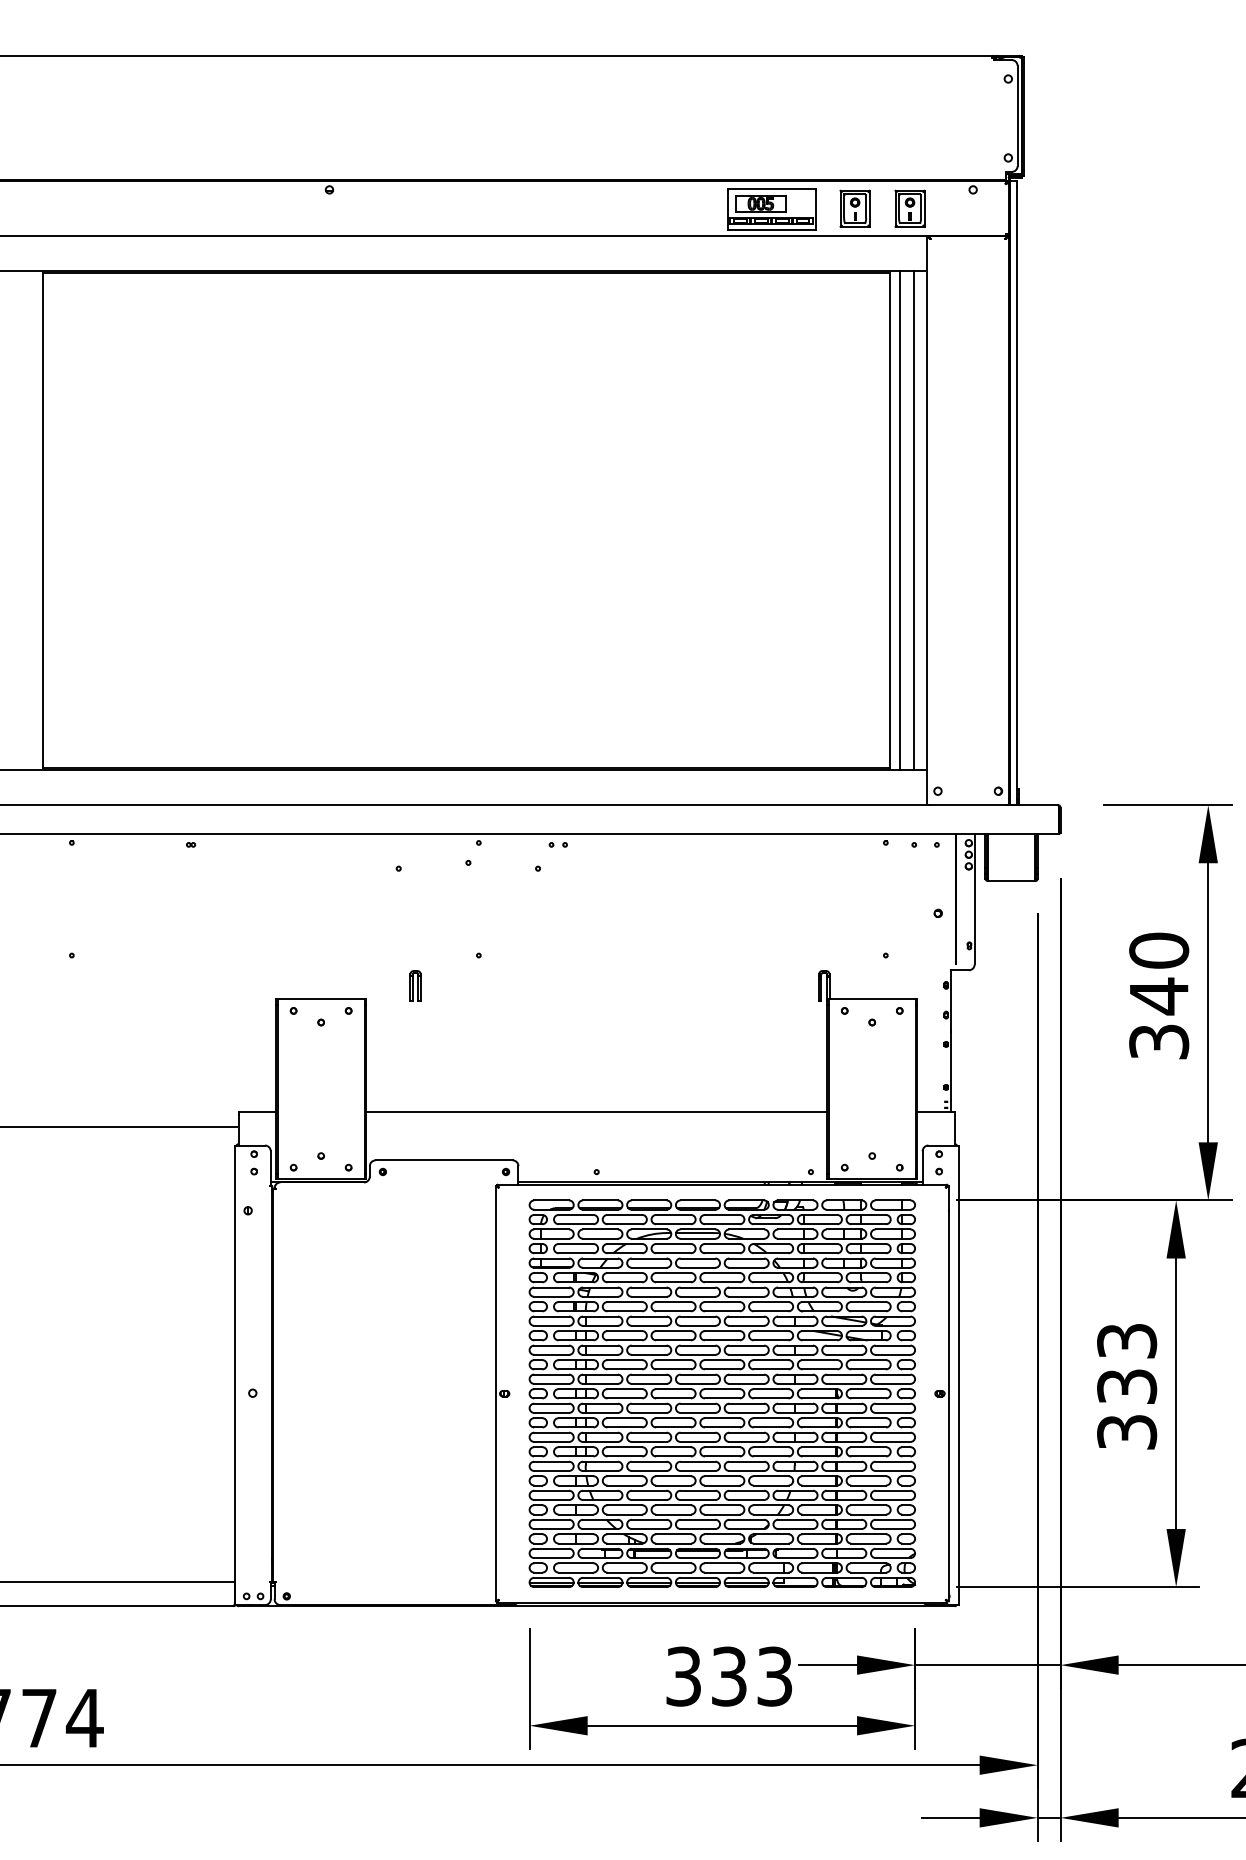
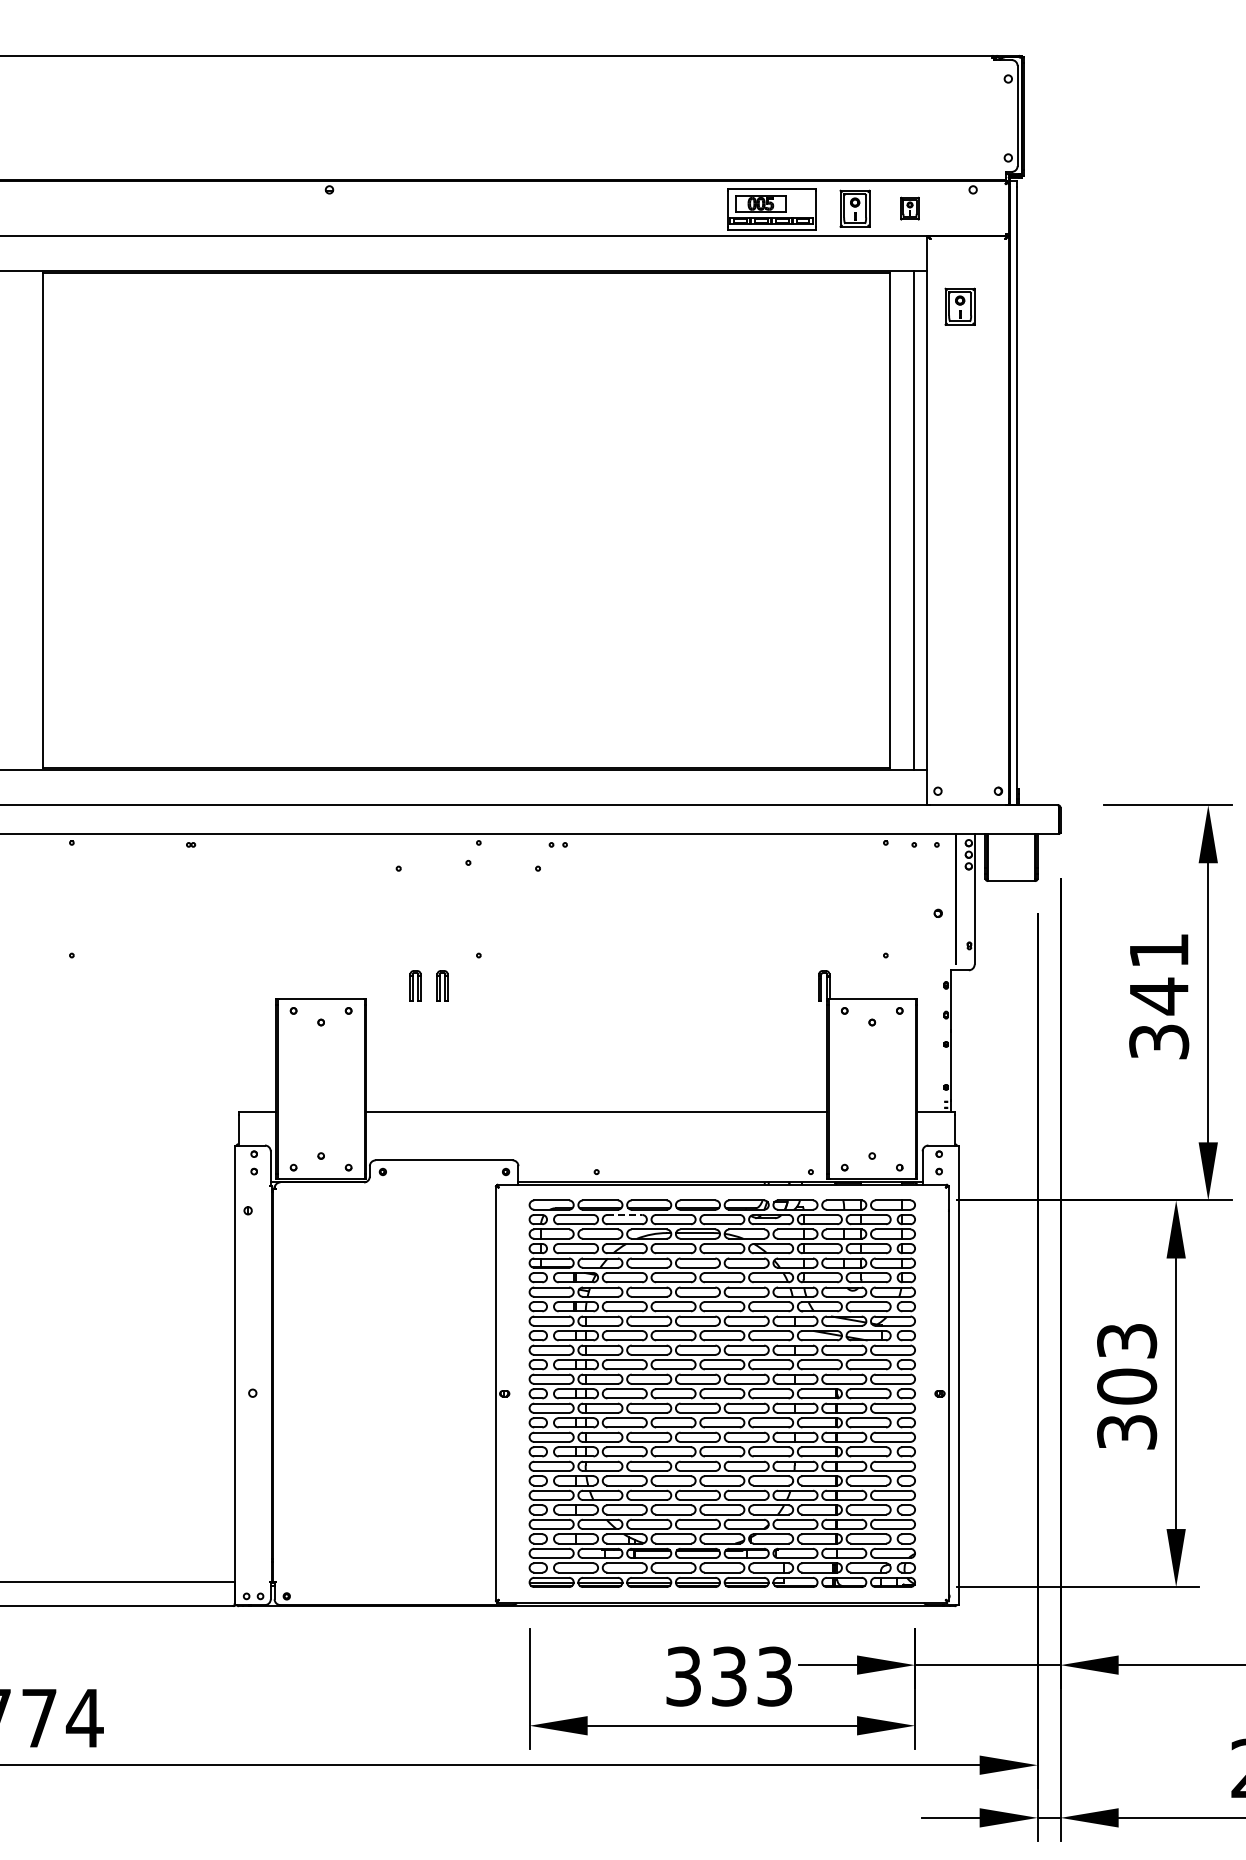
part at (909, 208) size: 32x39 px -> 20x25 px
part at (959, 306): none -> present
line at (900, 520): present -> none
text at (1159, 950): 340 -> 341
part at (442, 985): none -> present
line at (120, 1127): present -> none
line at (625, 1214): solid -> dashed
text at (1127, 1386): 333 -> 303
